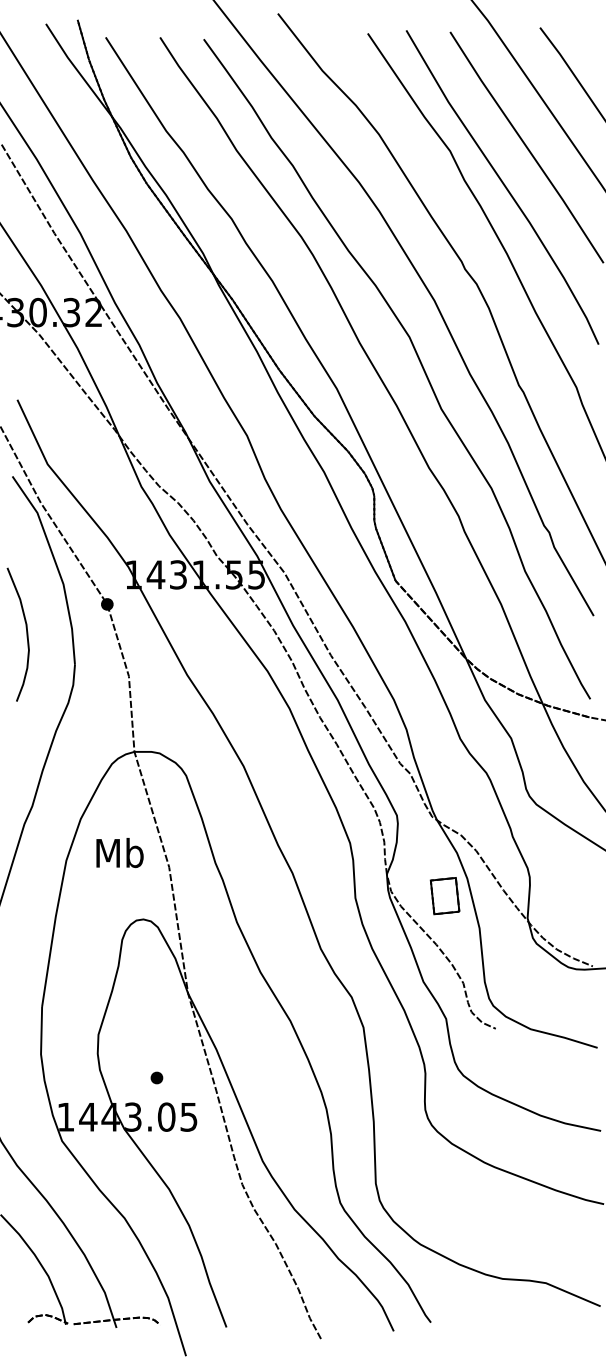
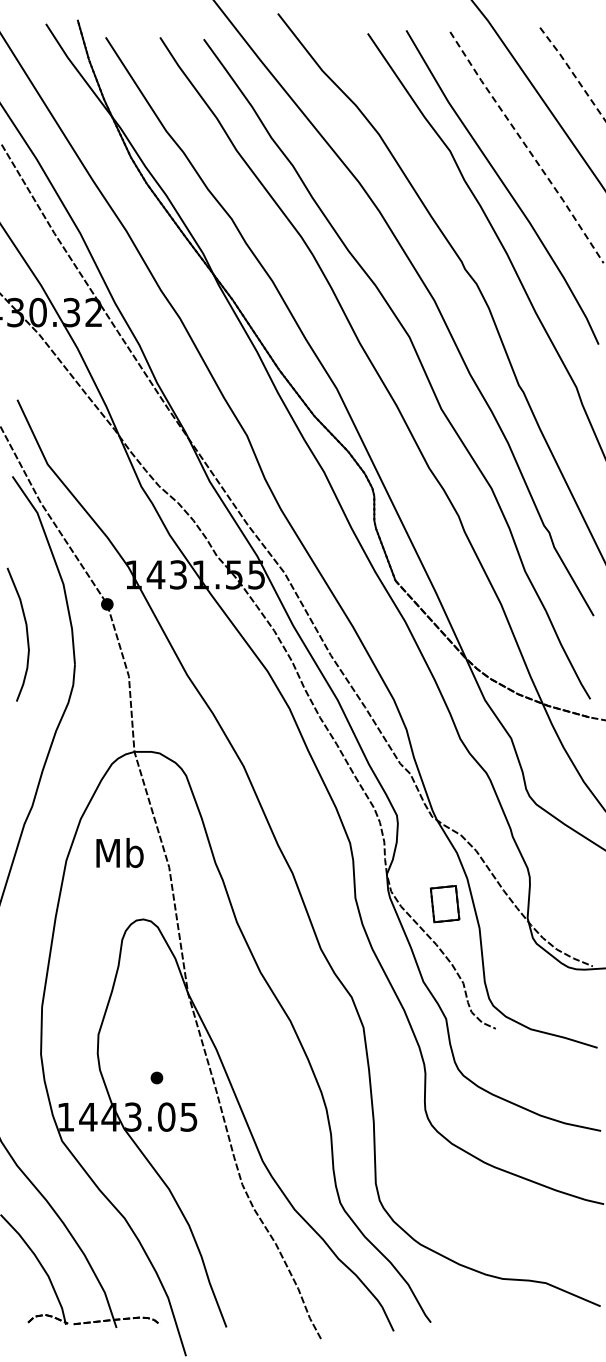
line at (572, 73): solid -> dashed
line at (527, 148): solid -> dashed
part at (444, 896) position: (444, 896) -> (444, 904)
